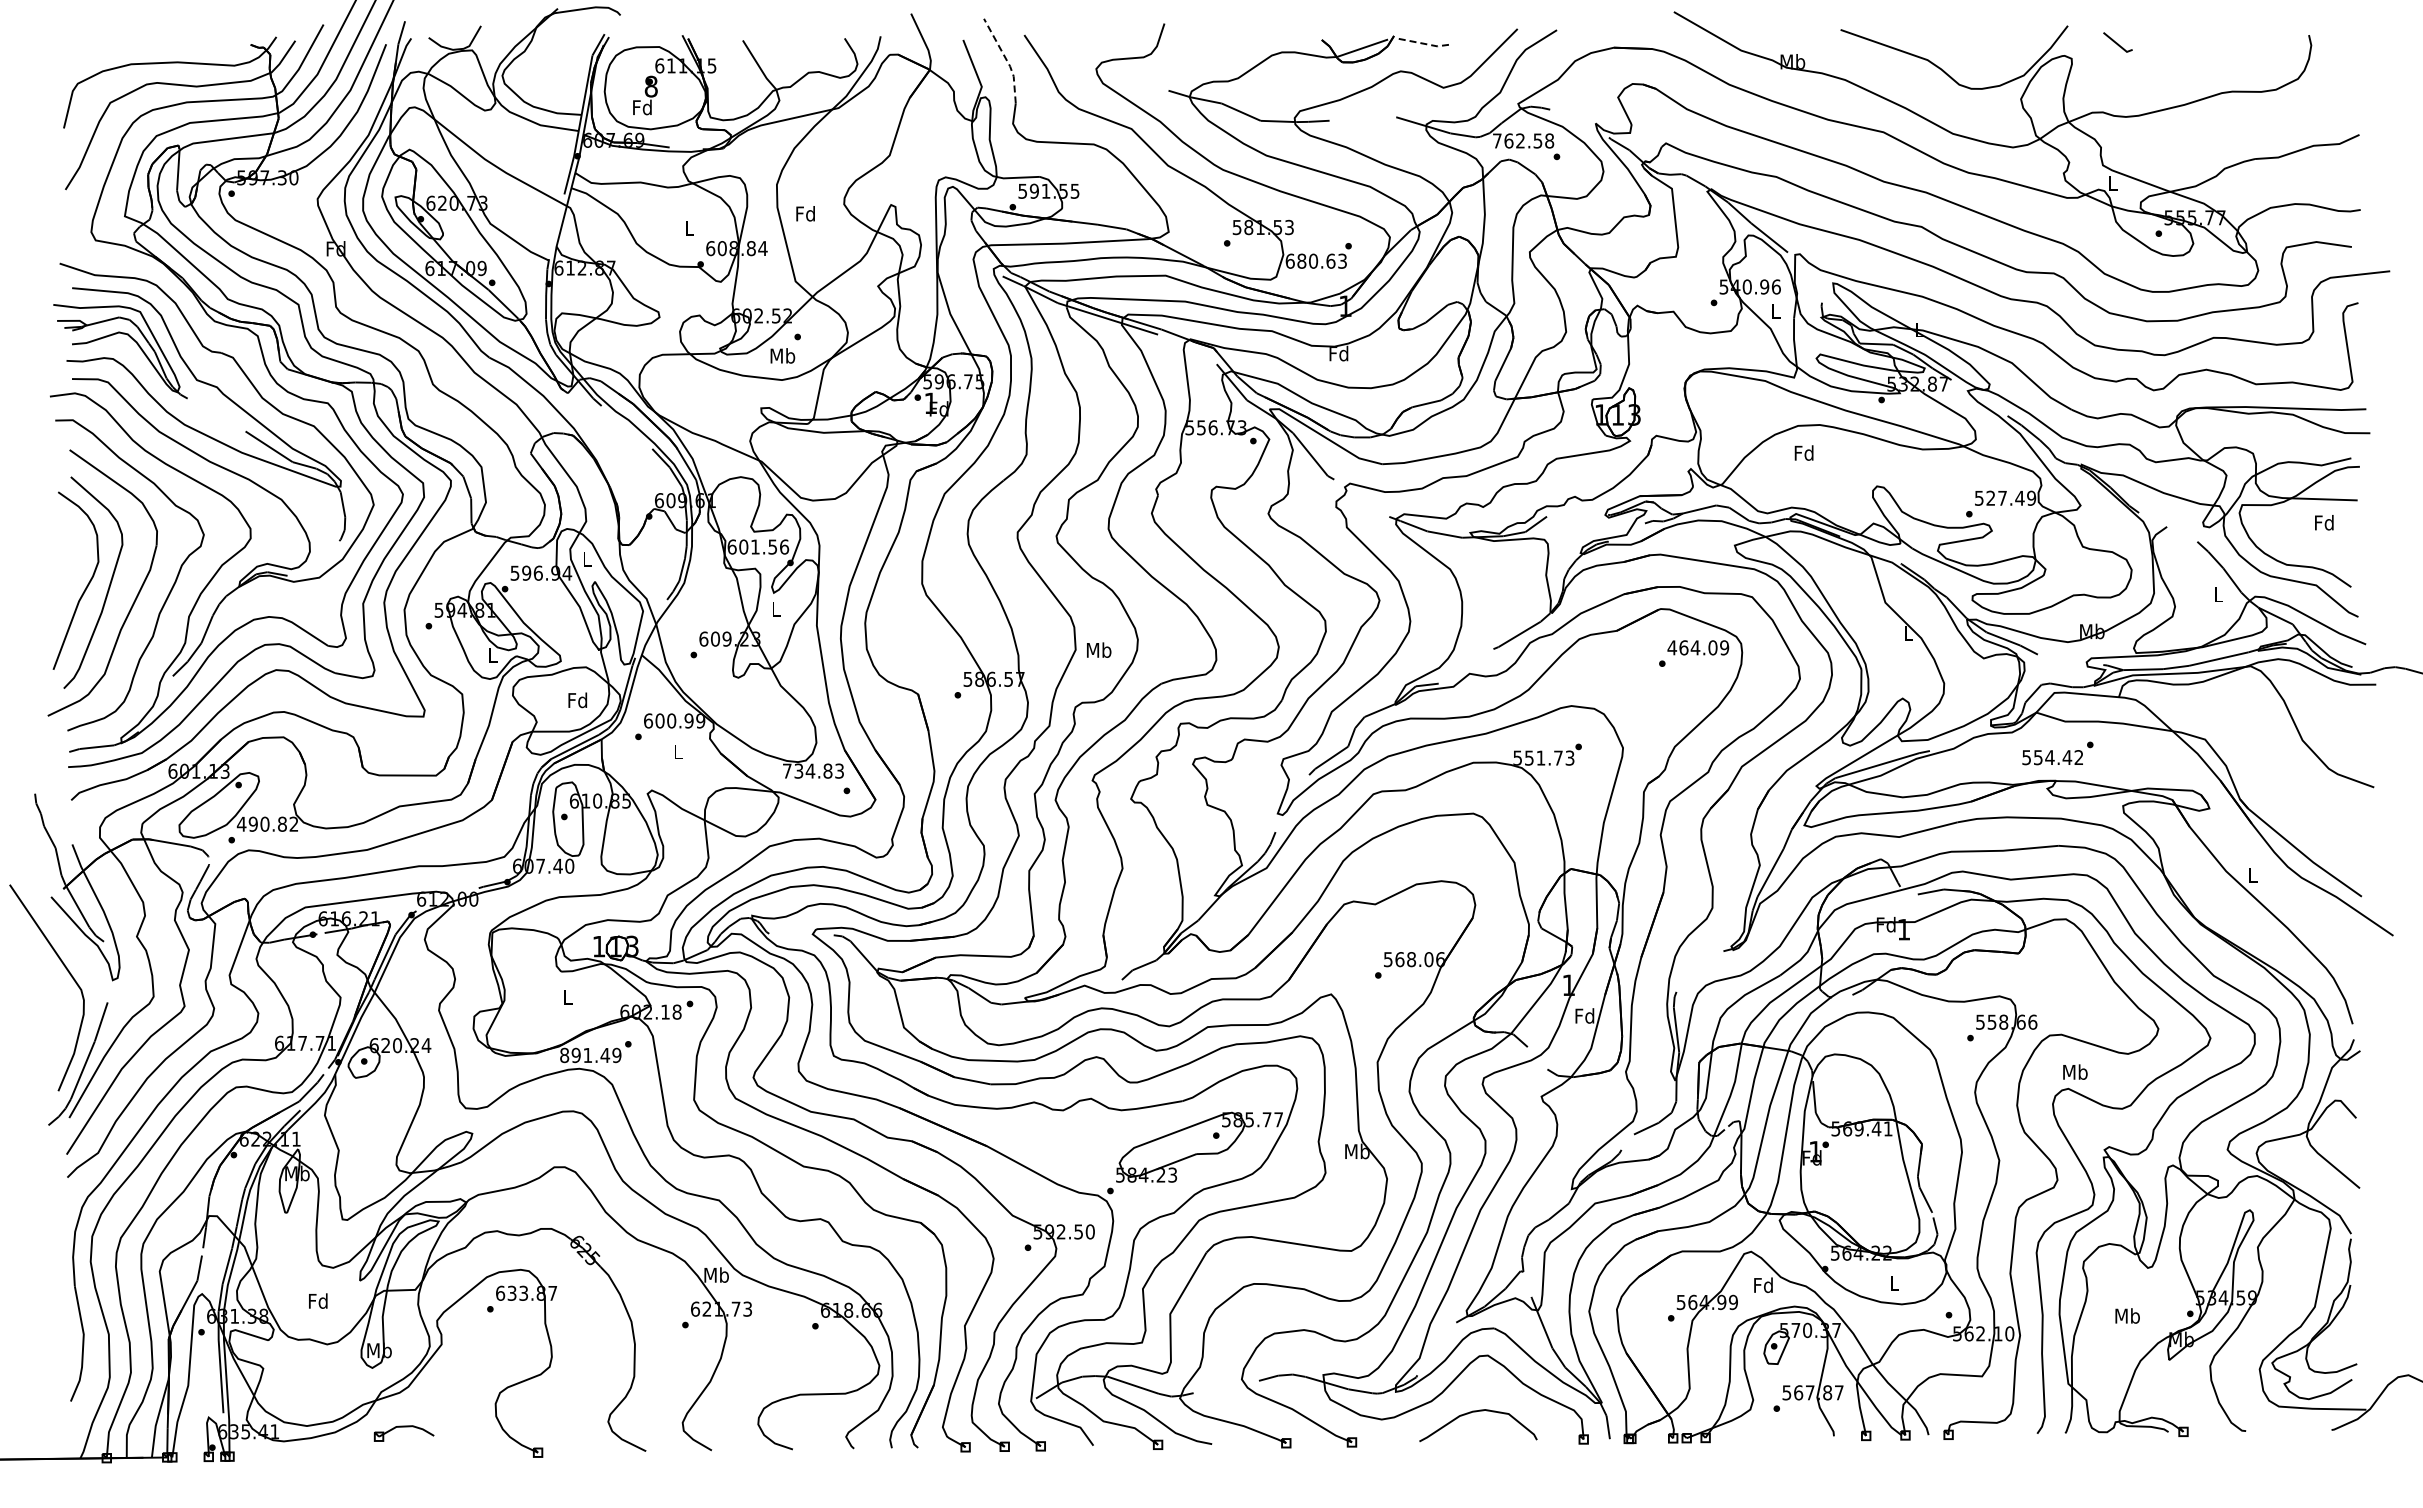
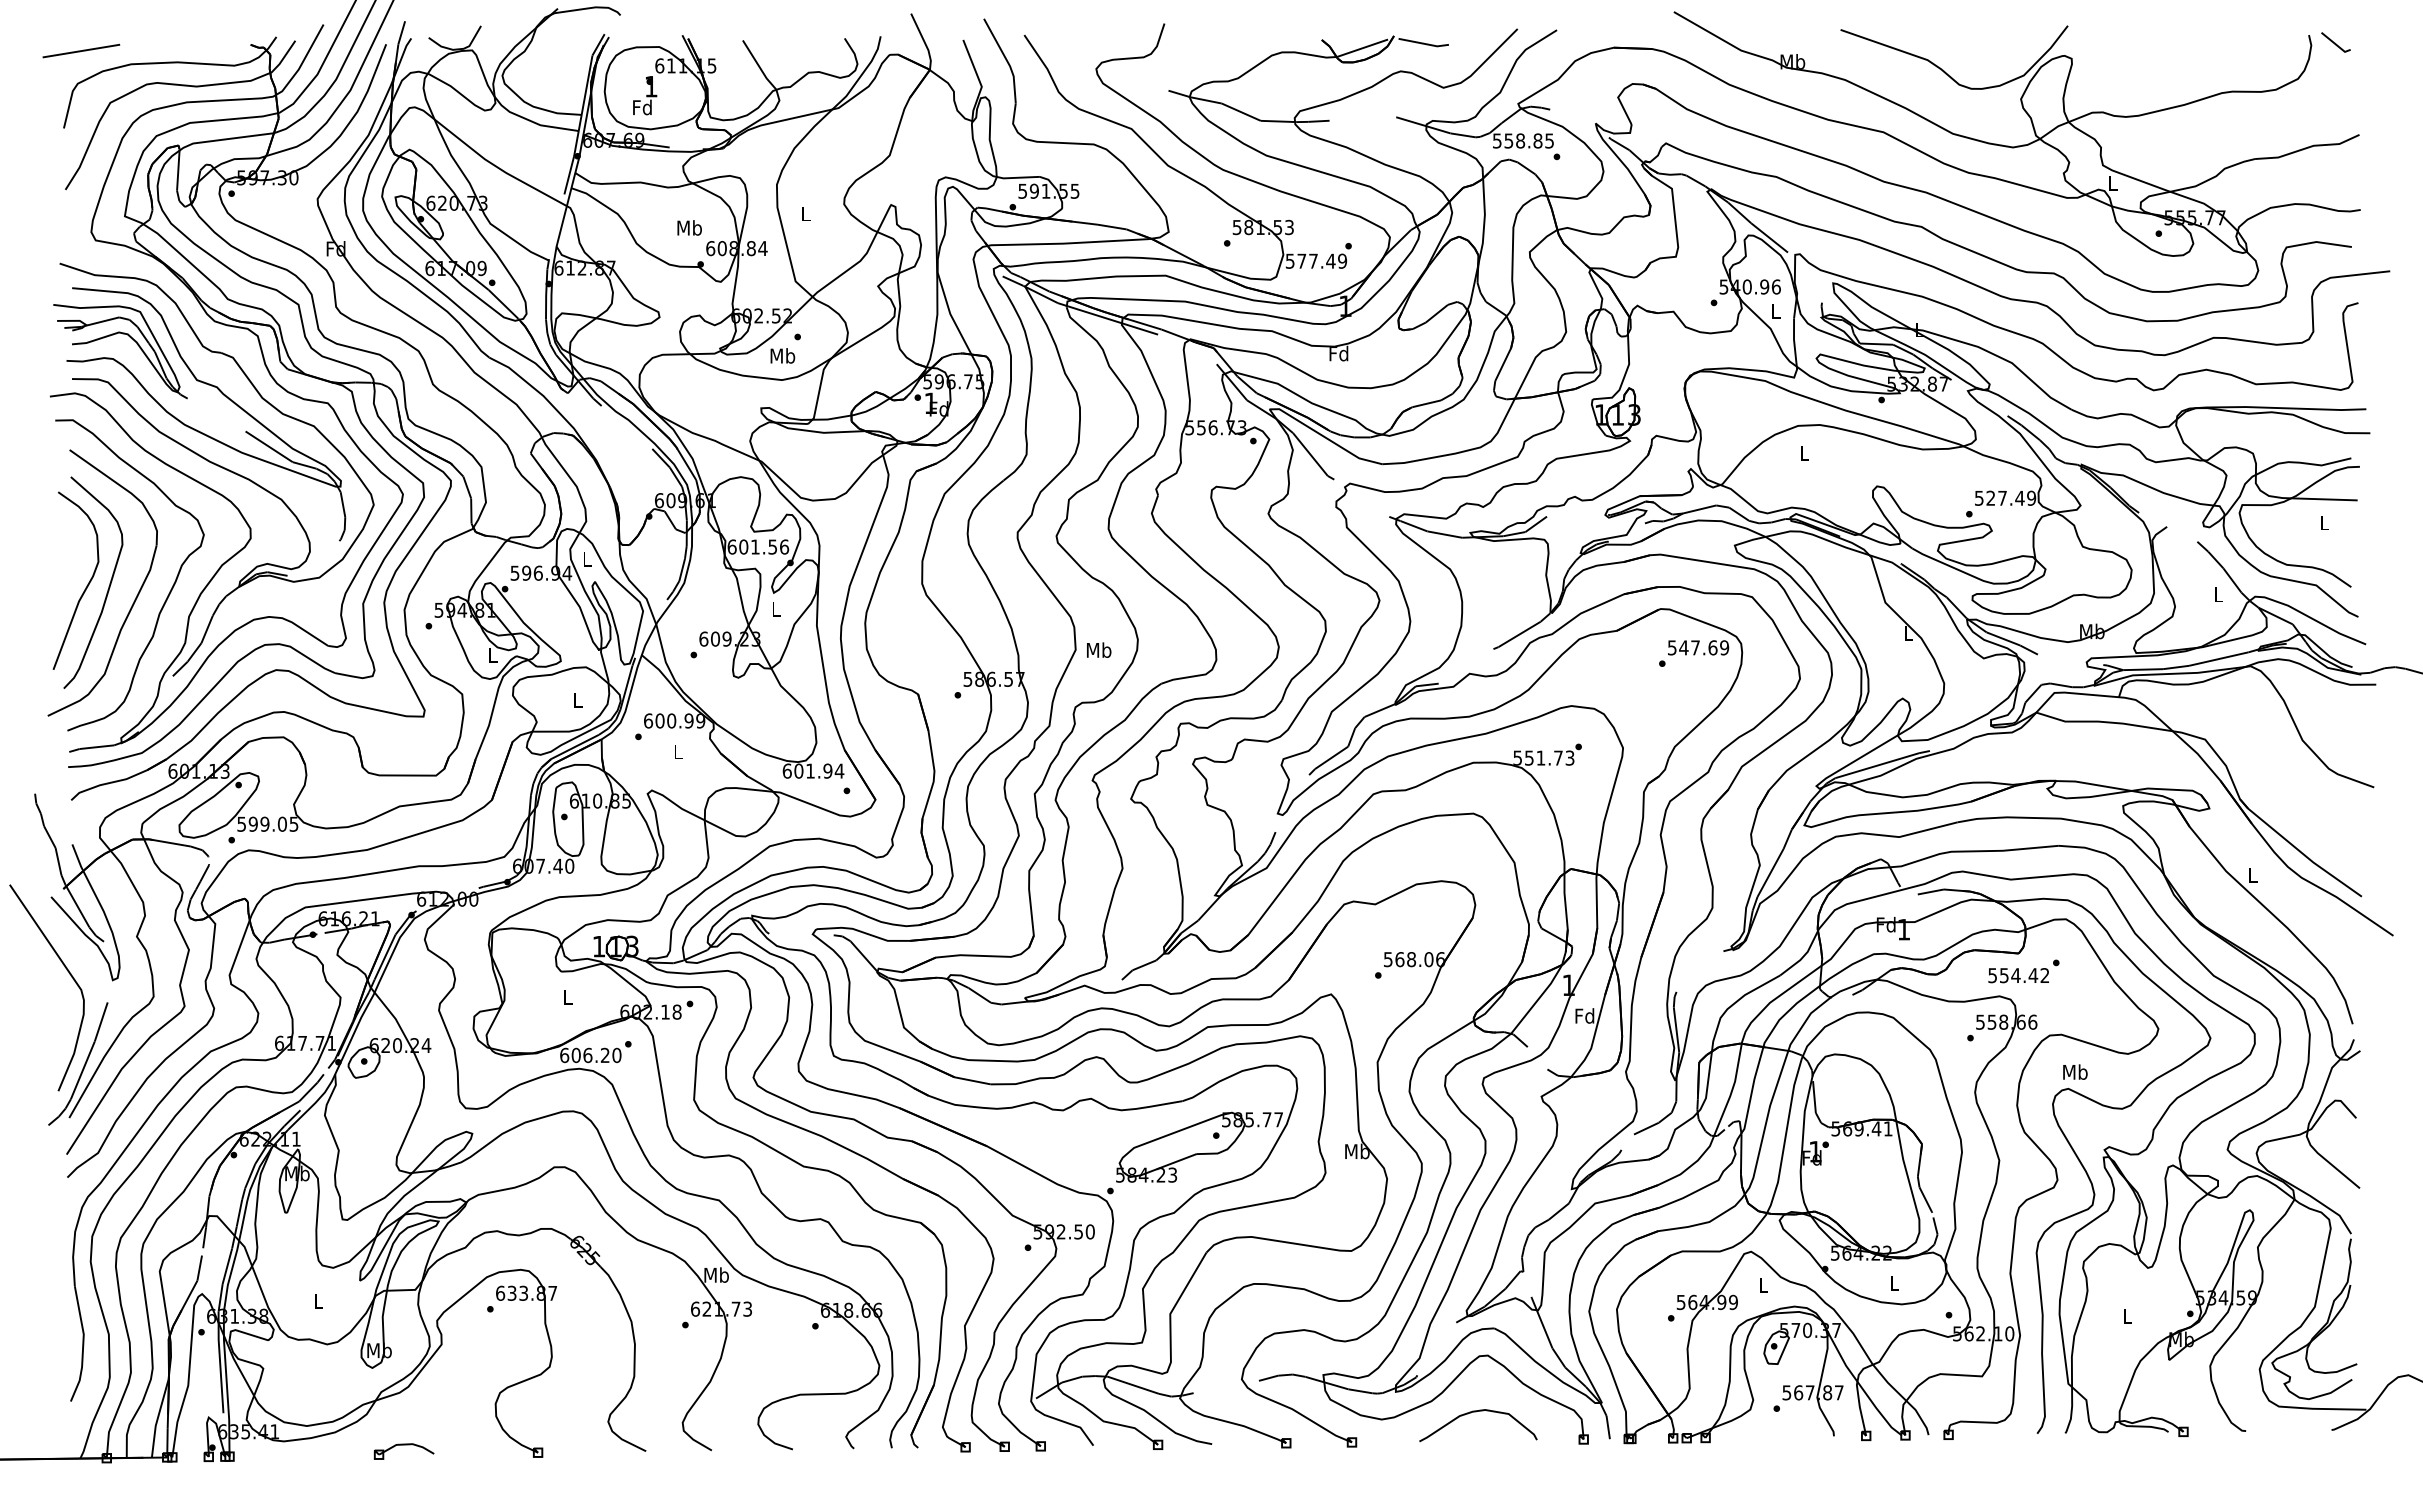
line at (2117, 42) position: (2117, 42) -> (2335, 42)
line at (1423, 43): dashed -> solid
line at (81, 50): none -> present
line at (1006, 60): dashed -> solid
text at (650, 86): 8 -> 1
text at (1523, 140): 762.58 -> 558.85
text at (805, 213): Fd -> L
text at (689, 227): L -> Mb
text at (1316, 260): 680.63 -> 577.49
text at (1803, 452): Fd -> L
text at (2324, 522): Fd -> L
text at (1692, 647): 464.09 -> 547.69
text at (577, 700): Fd -> L
text at (2057, 753) position: (2057, 753) -> (2023, 971)
text at (813, 770): 734.83 -> 601.94
text at (267, 823): 490.82 -> 599.05
text at (590, 1055): 891.49 -> 606.20
text at (1763, 1284): Fd -> L
text at (318, 1300): Fd -> L
text at (2127, 1315): Mb -> L
part at (403, 1433) position: (403, 1433) -> (403, 1451)
